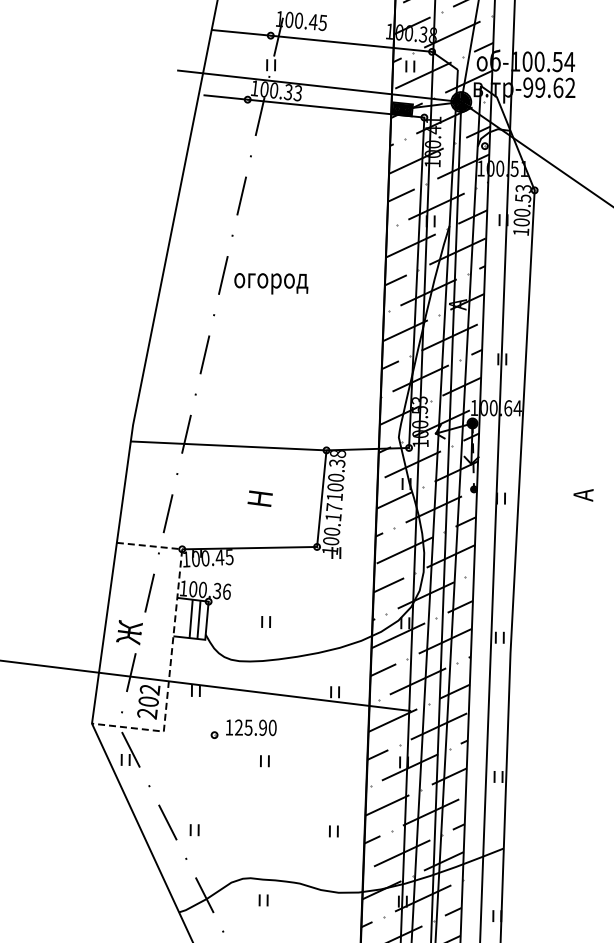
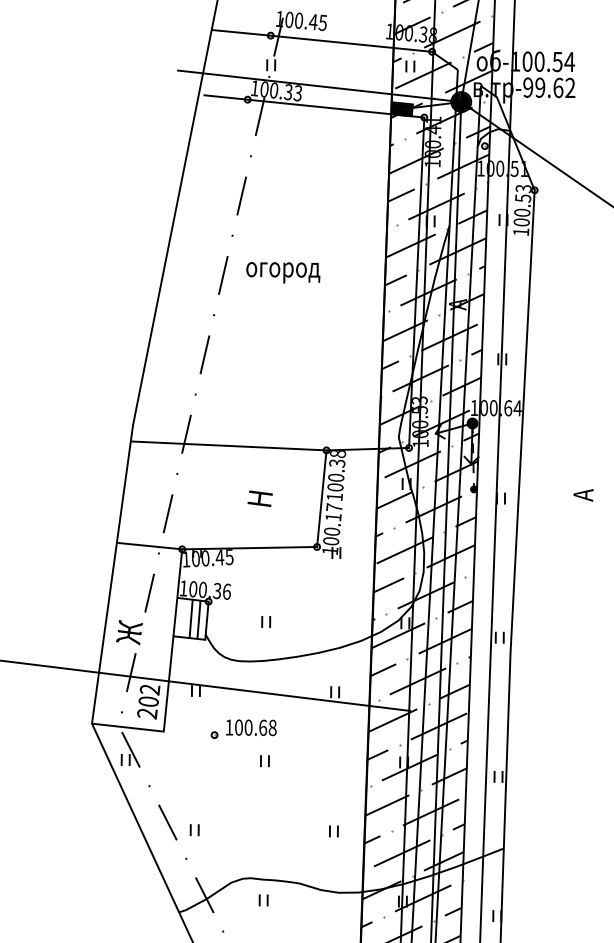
text at (271, 283) position: (271, 283) -> (283, 272)
line at (172, 644): dashed -> solid
text at (255, 727): 125.90 -> 100.68
